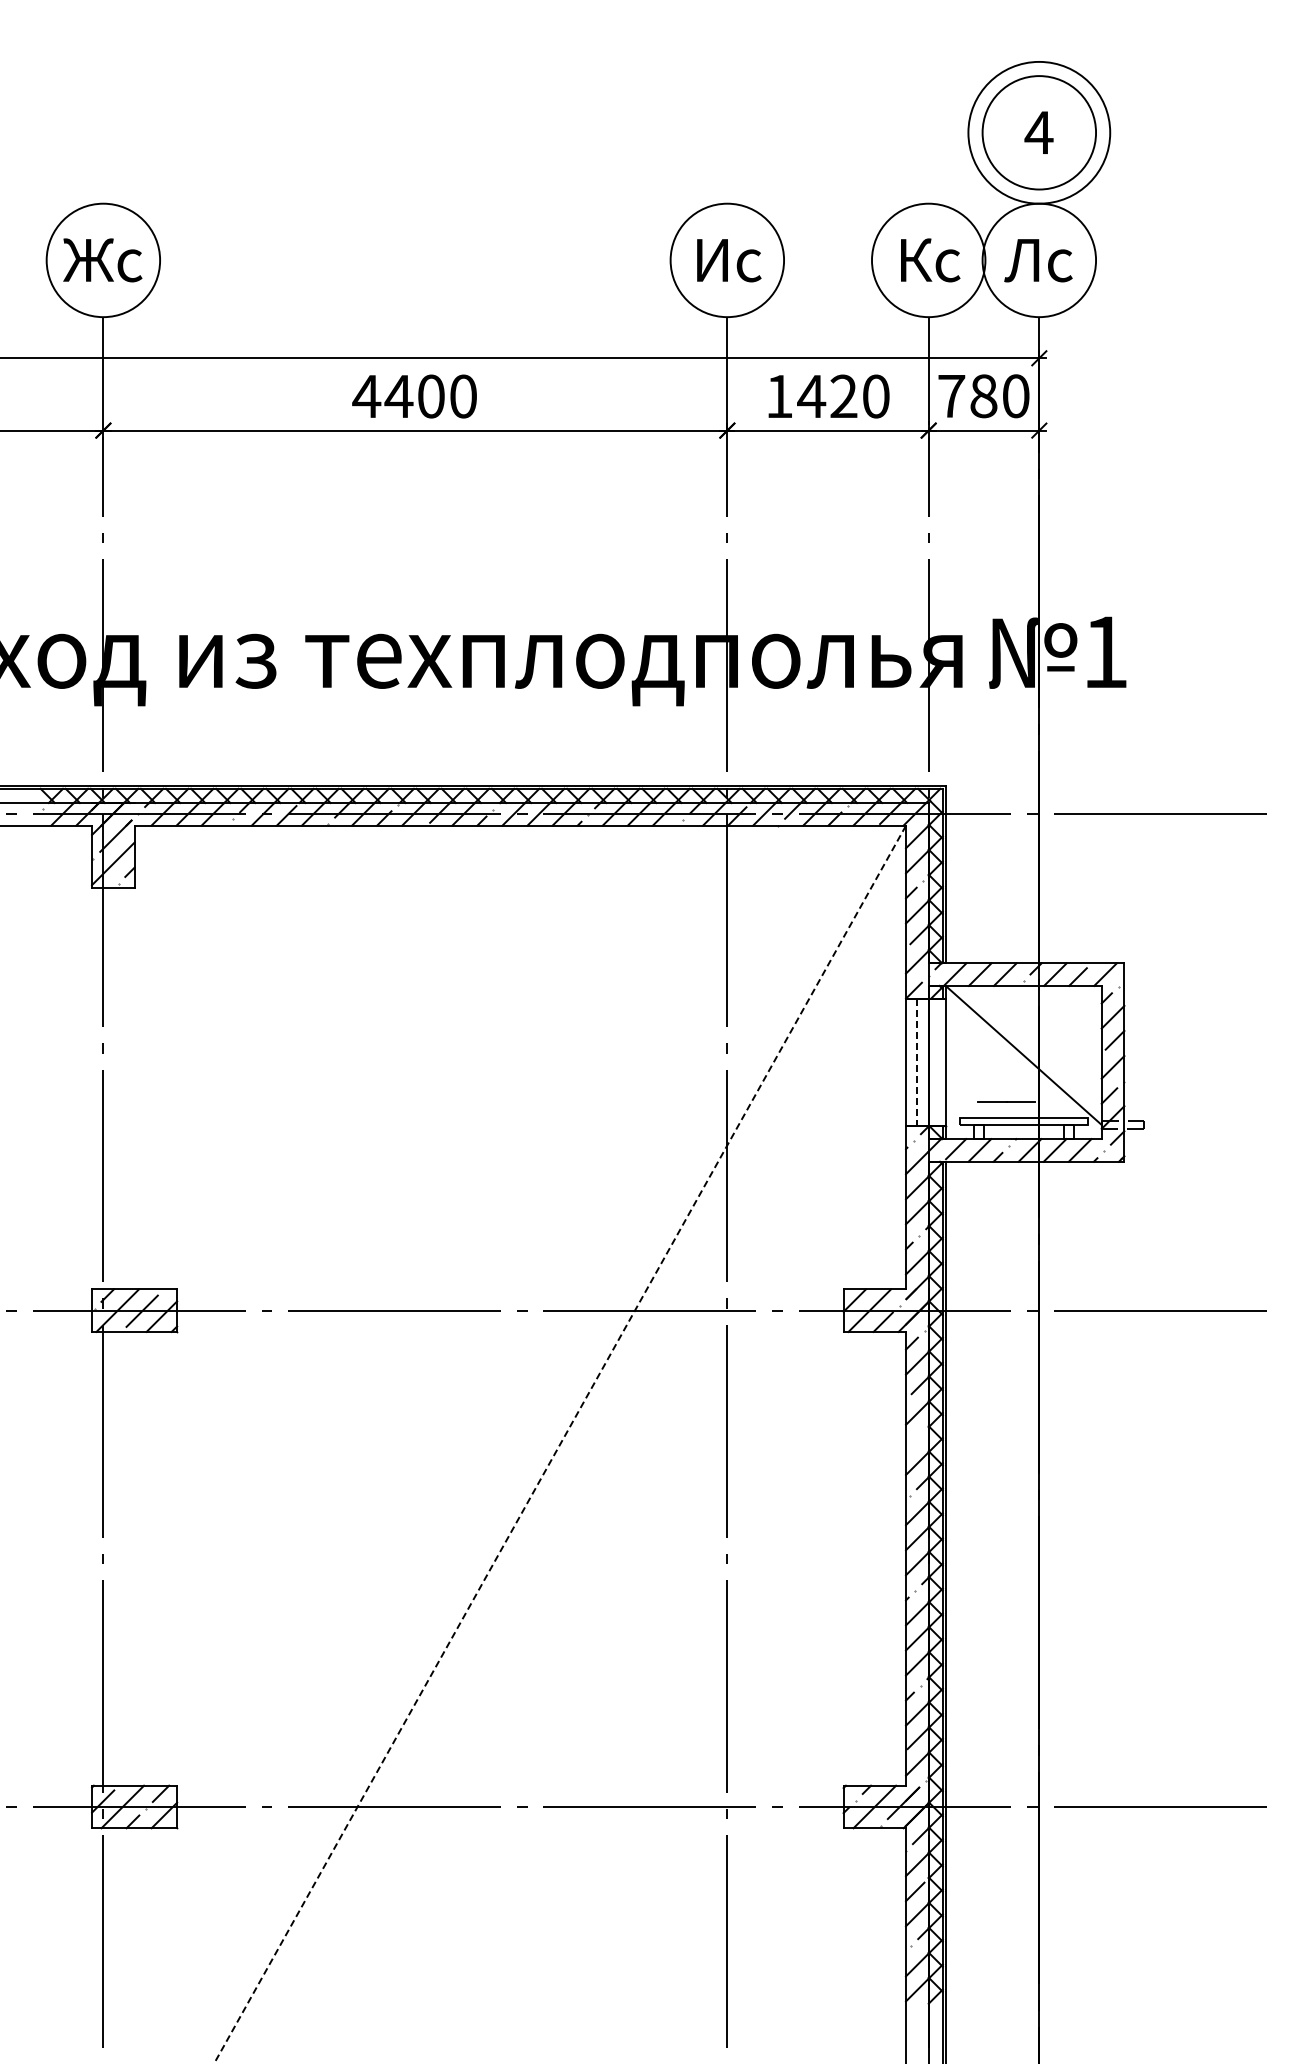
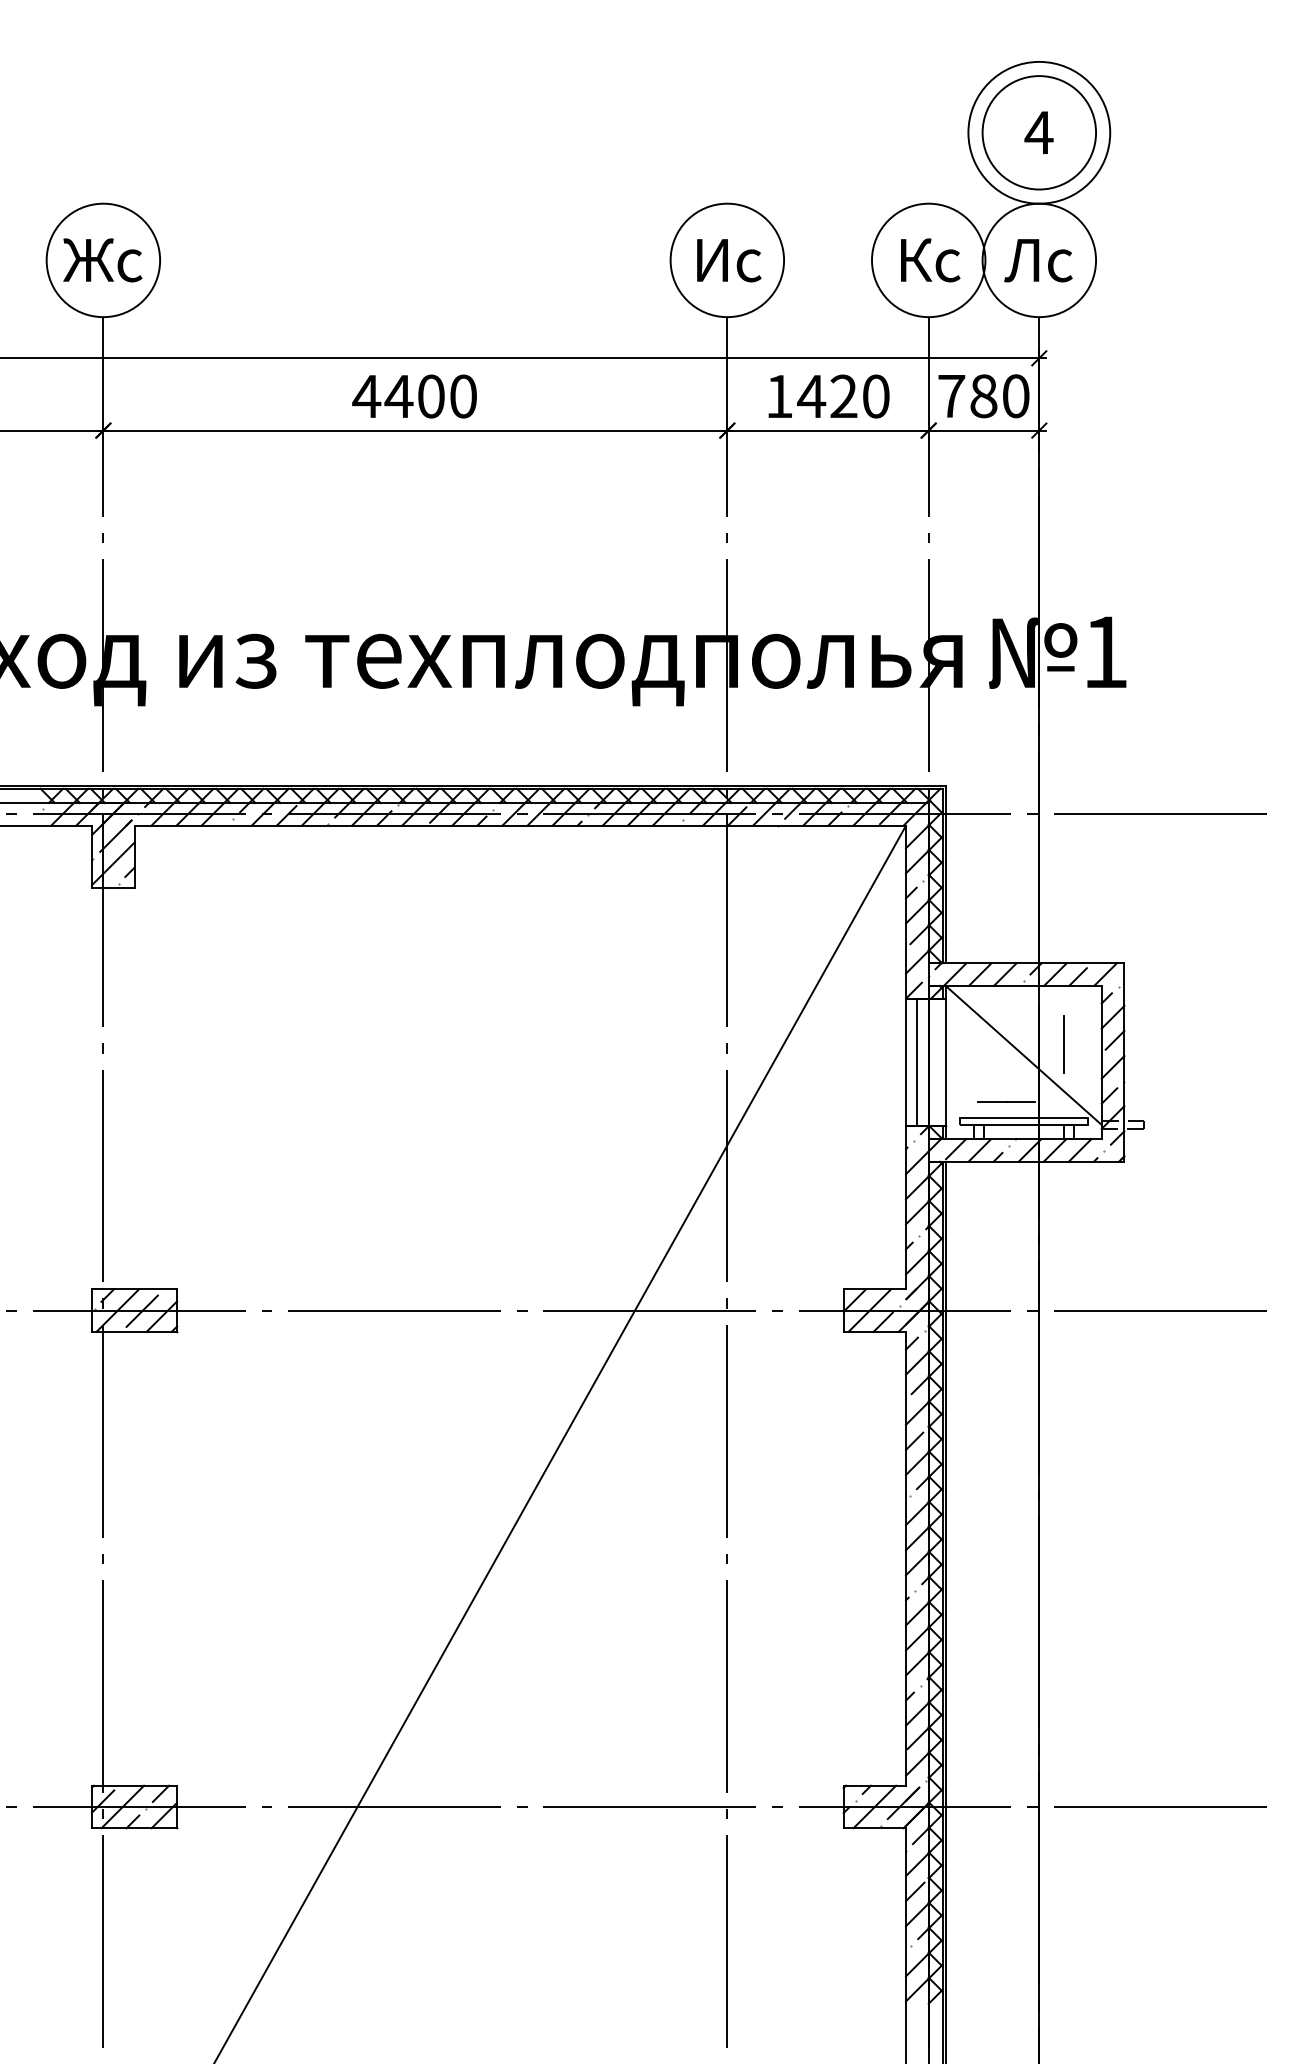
line at (1063, 1044): none -> present
line at (917, 1062): dashed -> solid
line at (914, 1440): none -> present
line at (559, 1445): dashed -> solid
